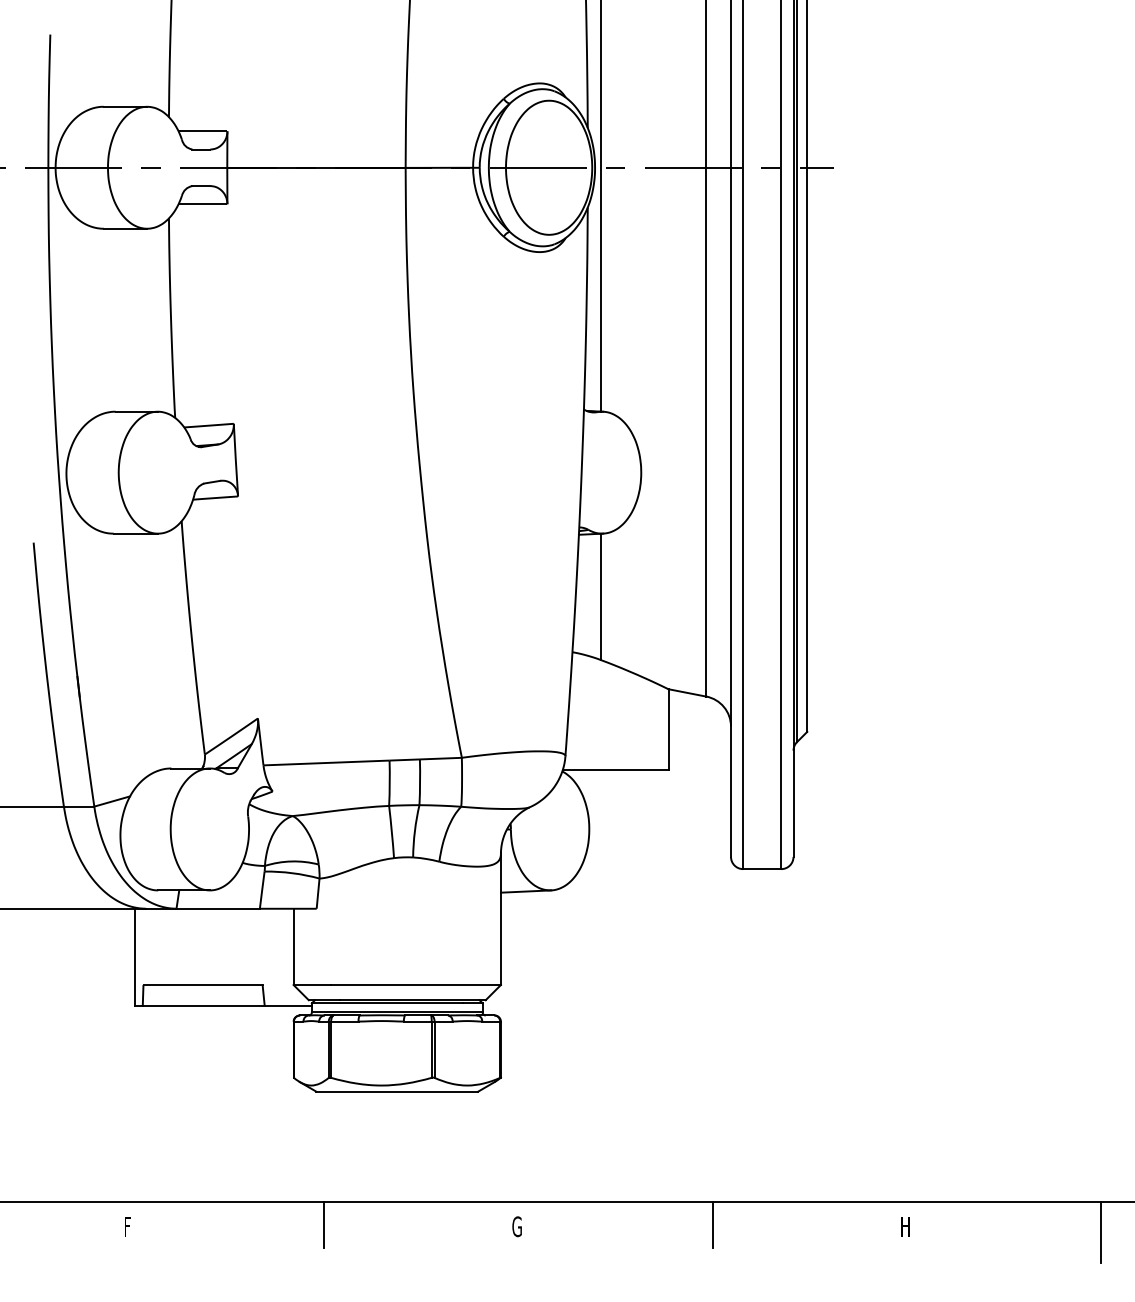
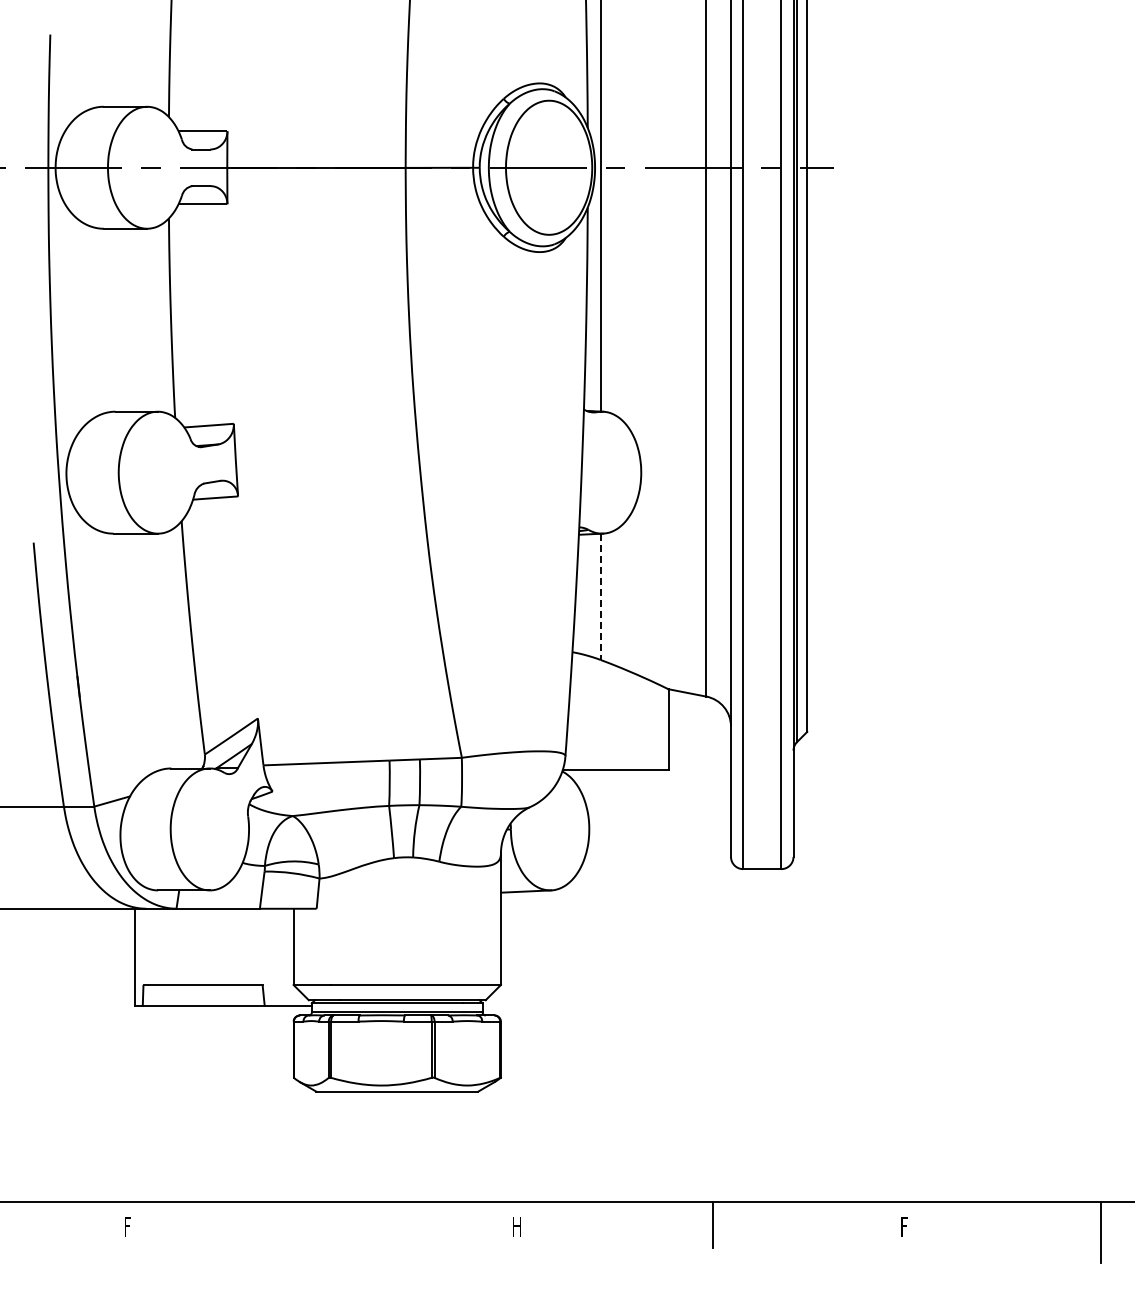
line at (600, 597): solid -> dashed
line at (324, 1224): present -> none
text at (516, 1226): G -> H
text at (906, 1226): H -> F
